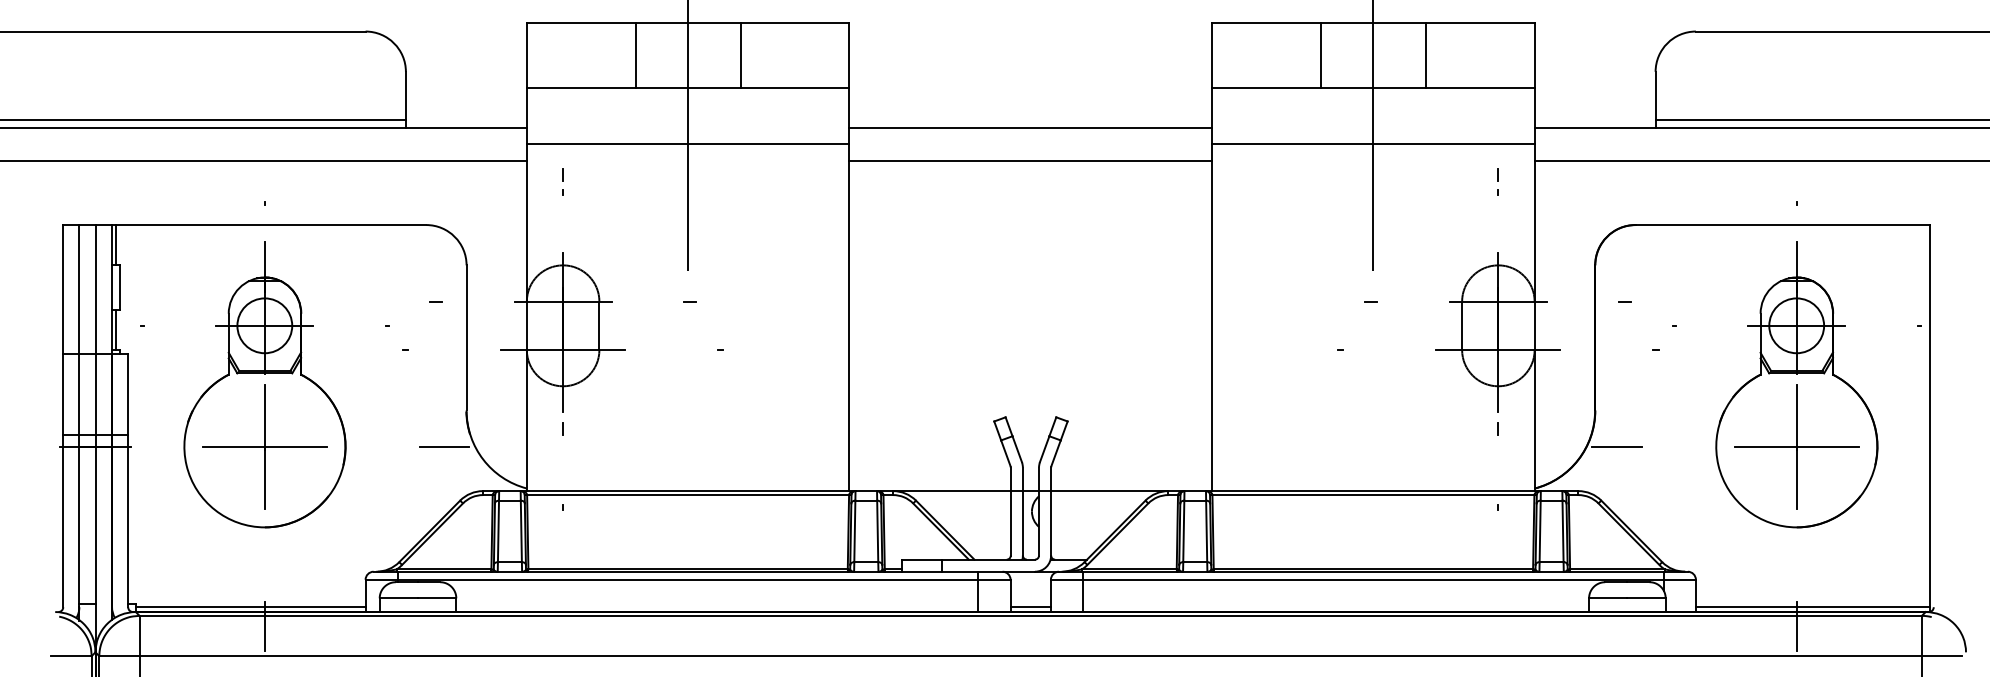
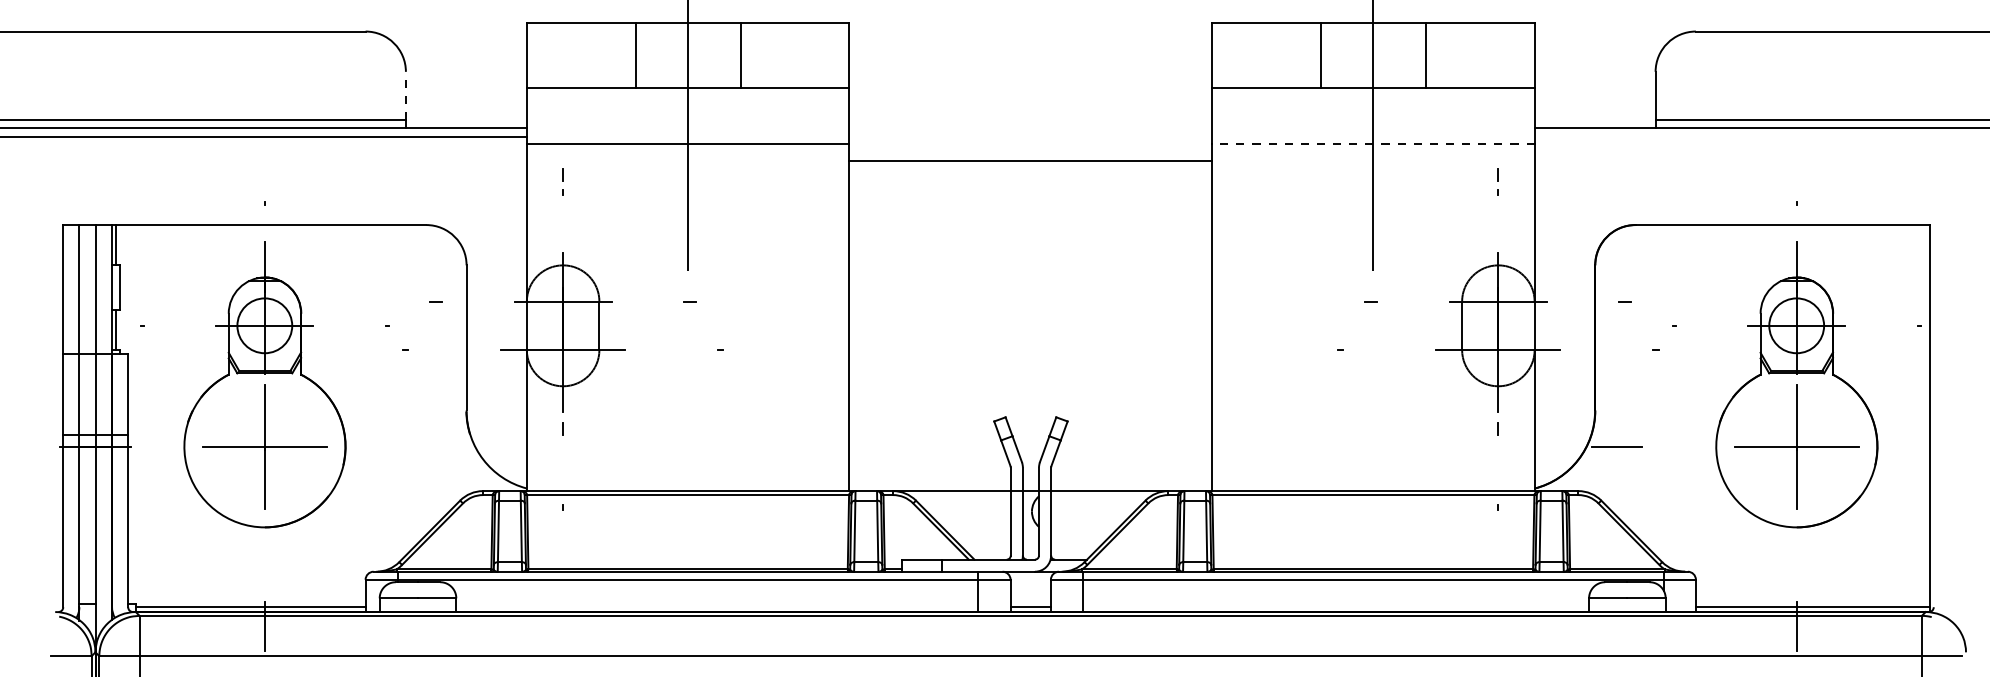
line at (405, 95): solid -> dashed
line at (1030, 128): present -> none
line at (1372, 144): solid -> dashed
line at (264, 160) position: (264, 160) -> (264, 136)
line at (1760, 160): present -> none
line at (444, 446): present -> none
